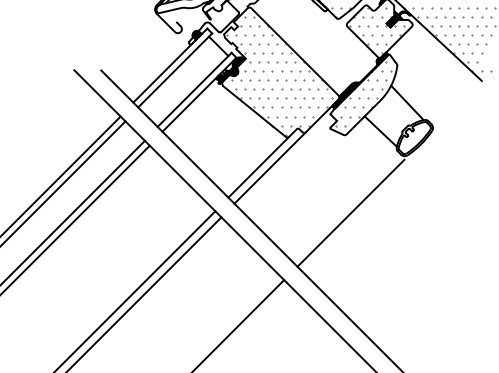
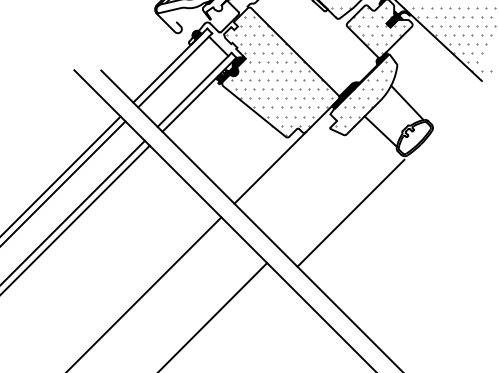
line at (258, 166): present -> none
line at (135, 290): present -> none
line at (239, 324) position: (239, 324) -> (214, 316)
